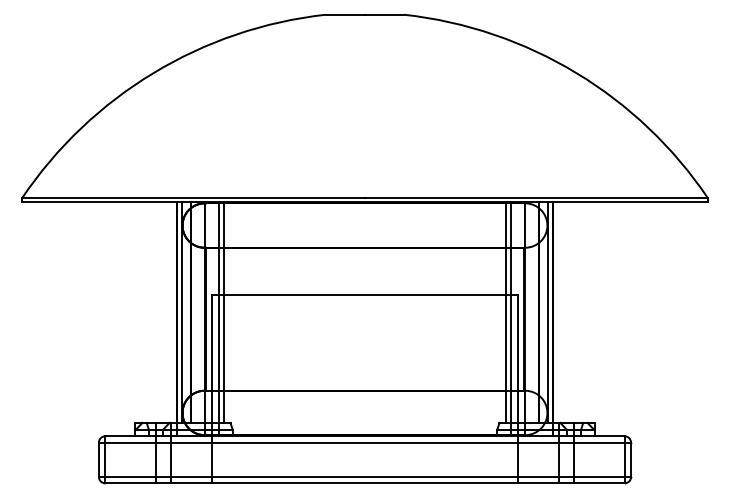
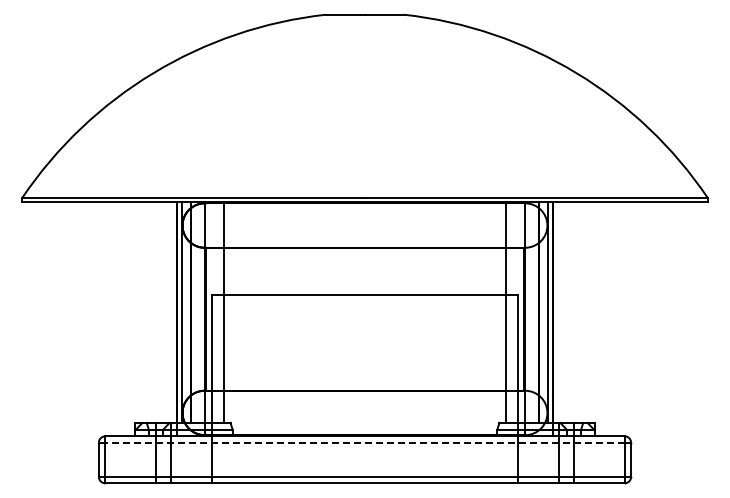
line at (219, 319): present -> none
line at (510, 319): present -> none
line at (365, 442): solid -> dashed
